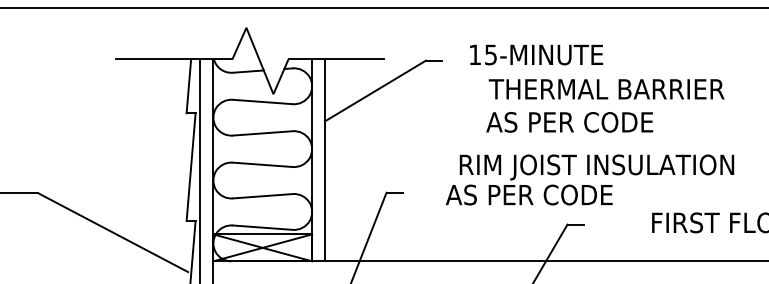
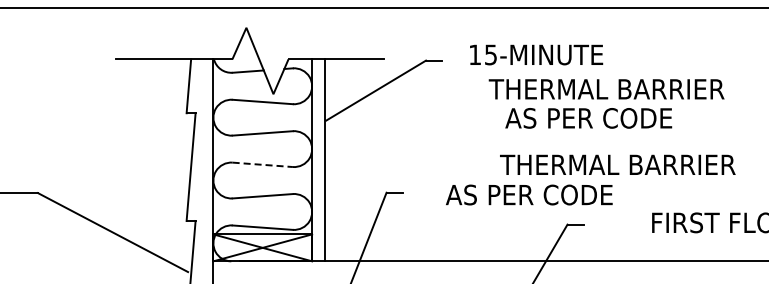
text at (569, 122) position: (569, 122) -> (588, 118)
line at (263, 164): solid -> dashed
text at (597, 167): RIM JOIST INSULATION -> THERMAL BARRIER
line at (200, 169): present -> none
